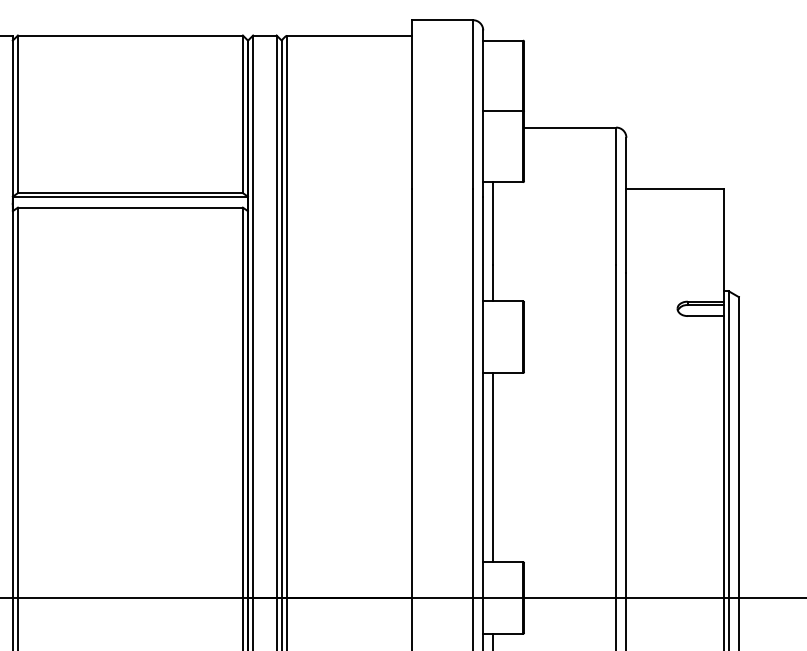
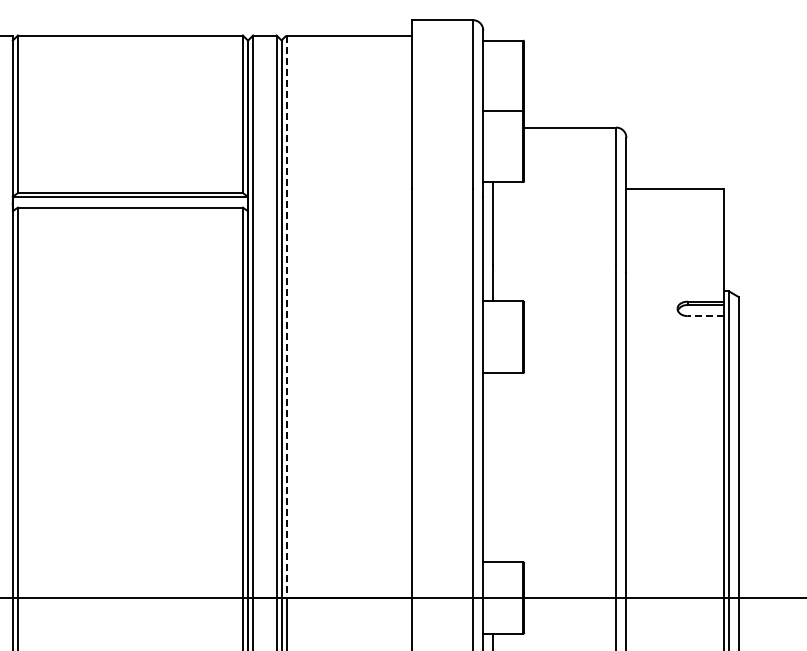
line at (705, 316): solid -> dashed
line at (286, 317): solid -> dashed
line at (493, 467): present -> none
